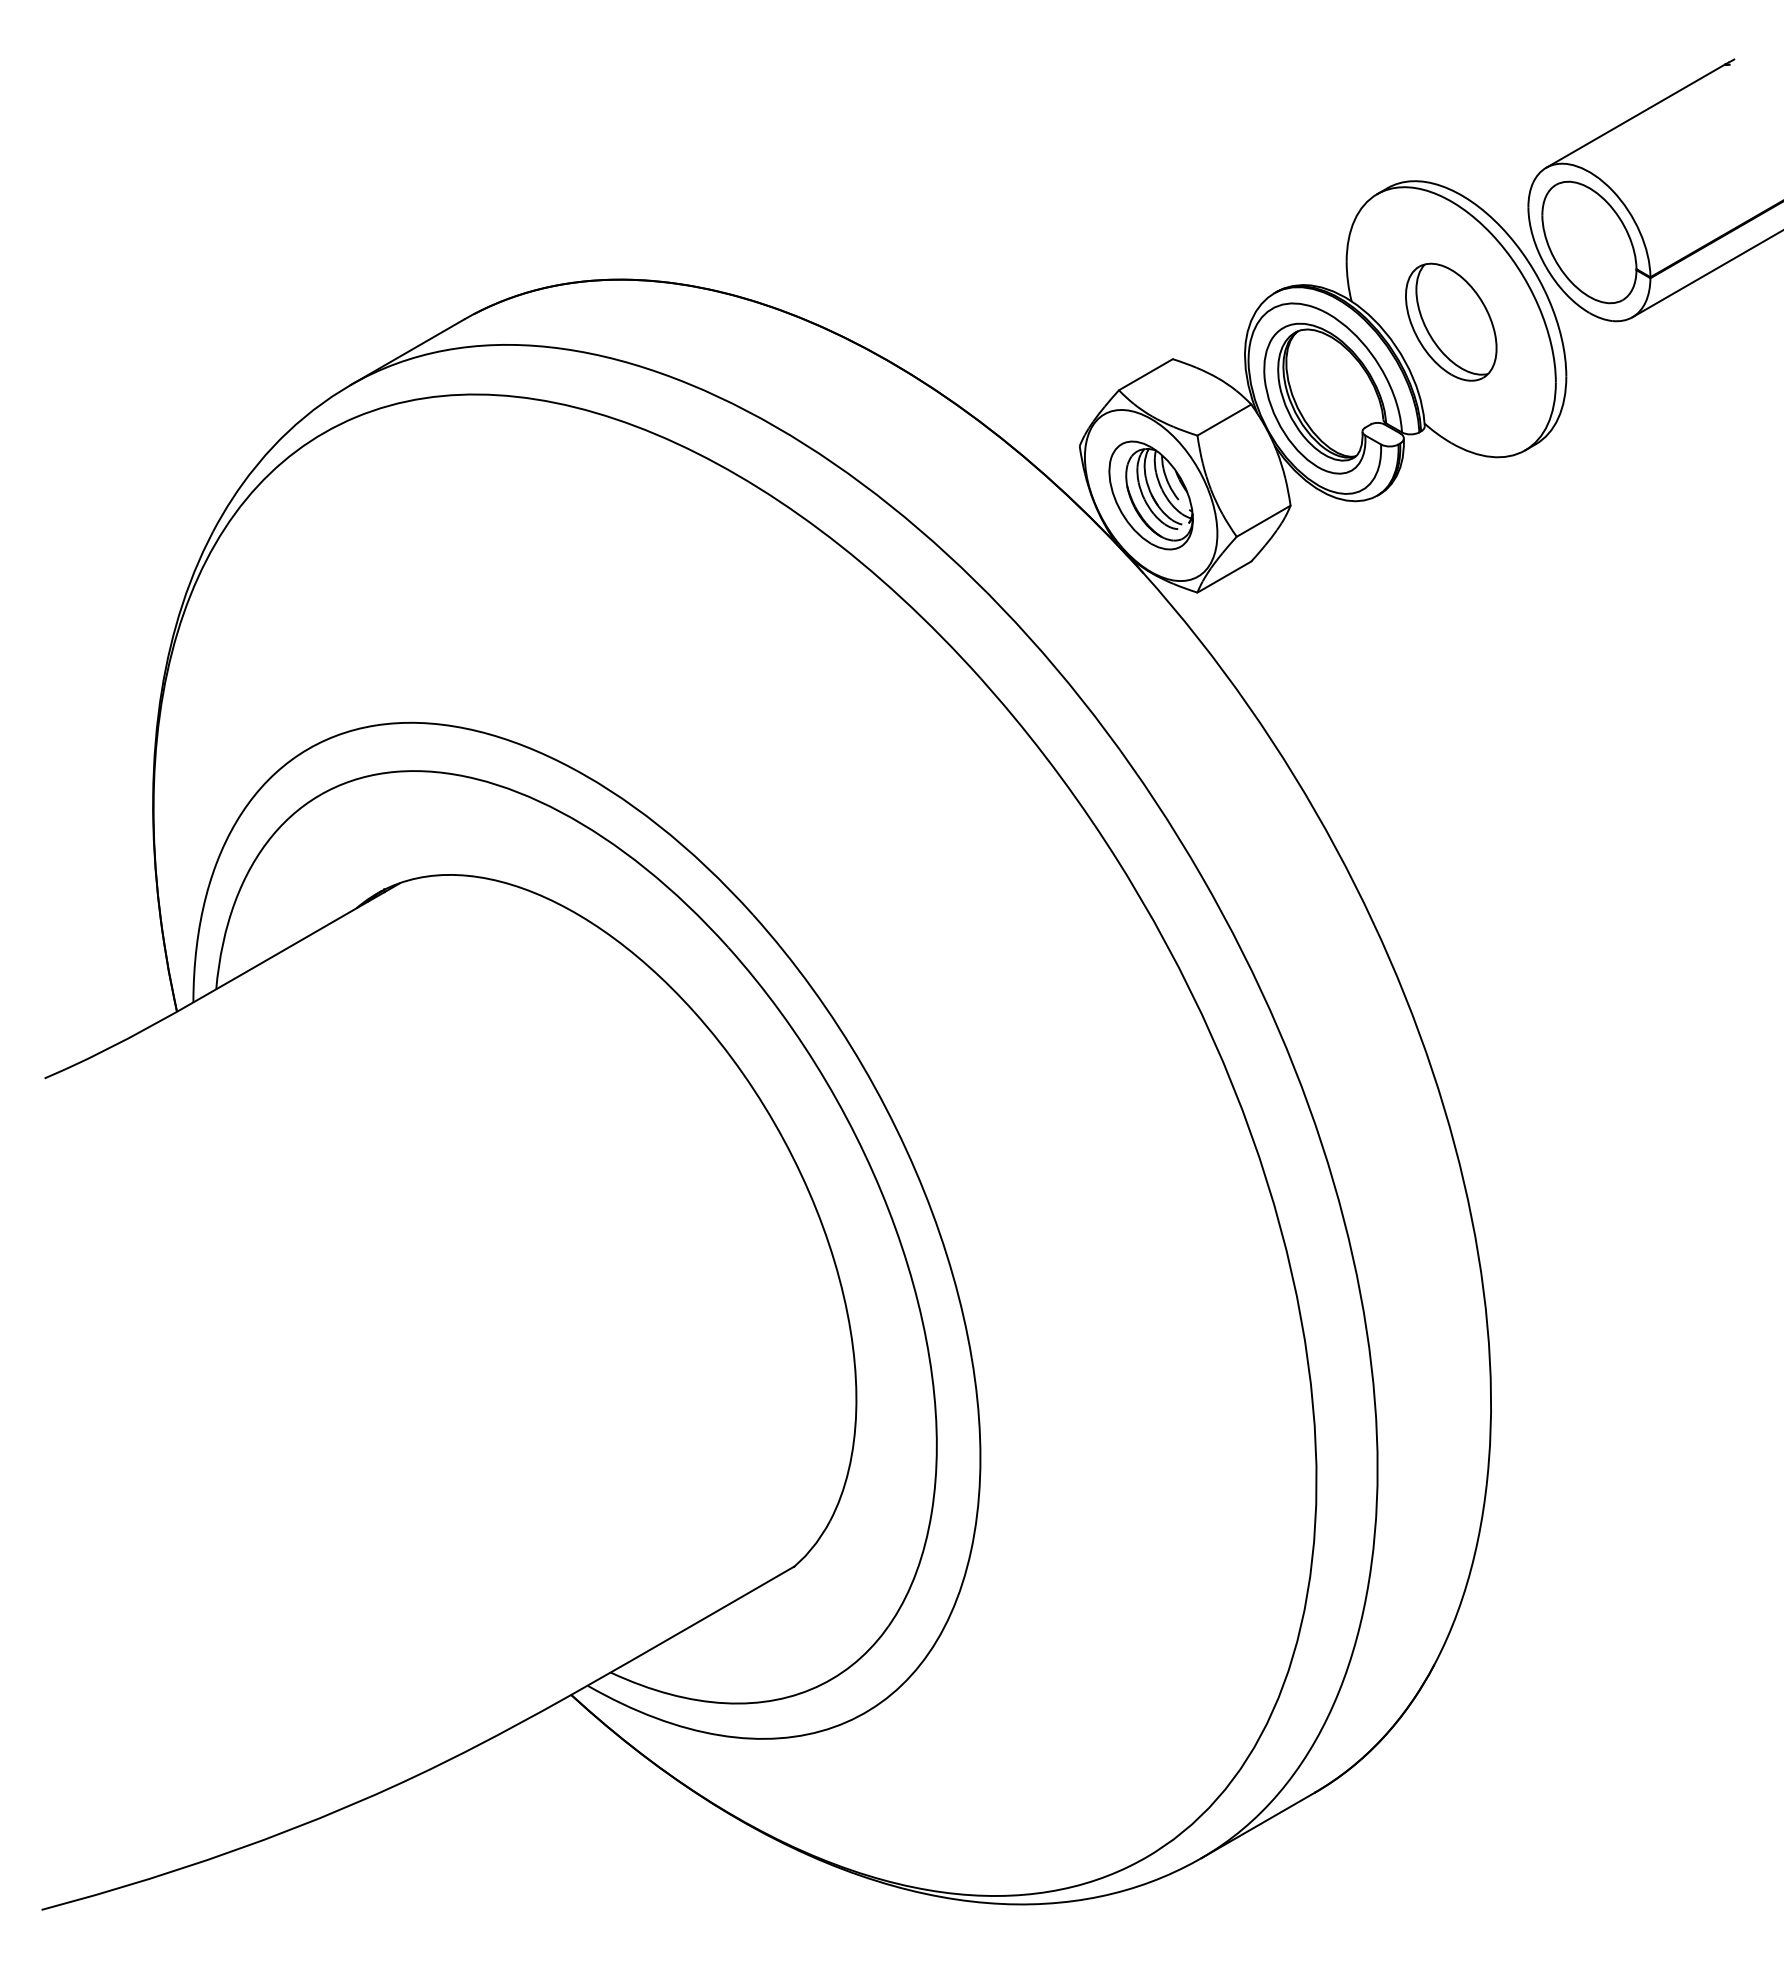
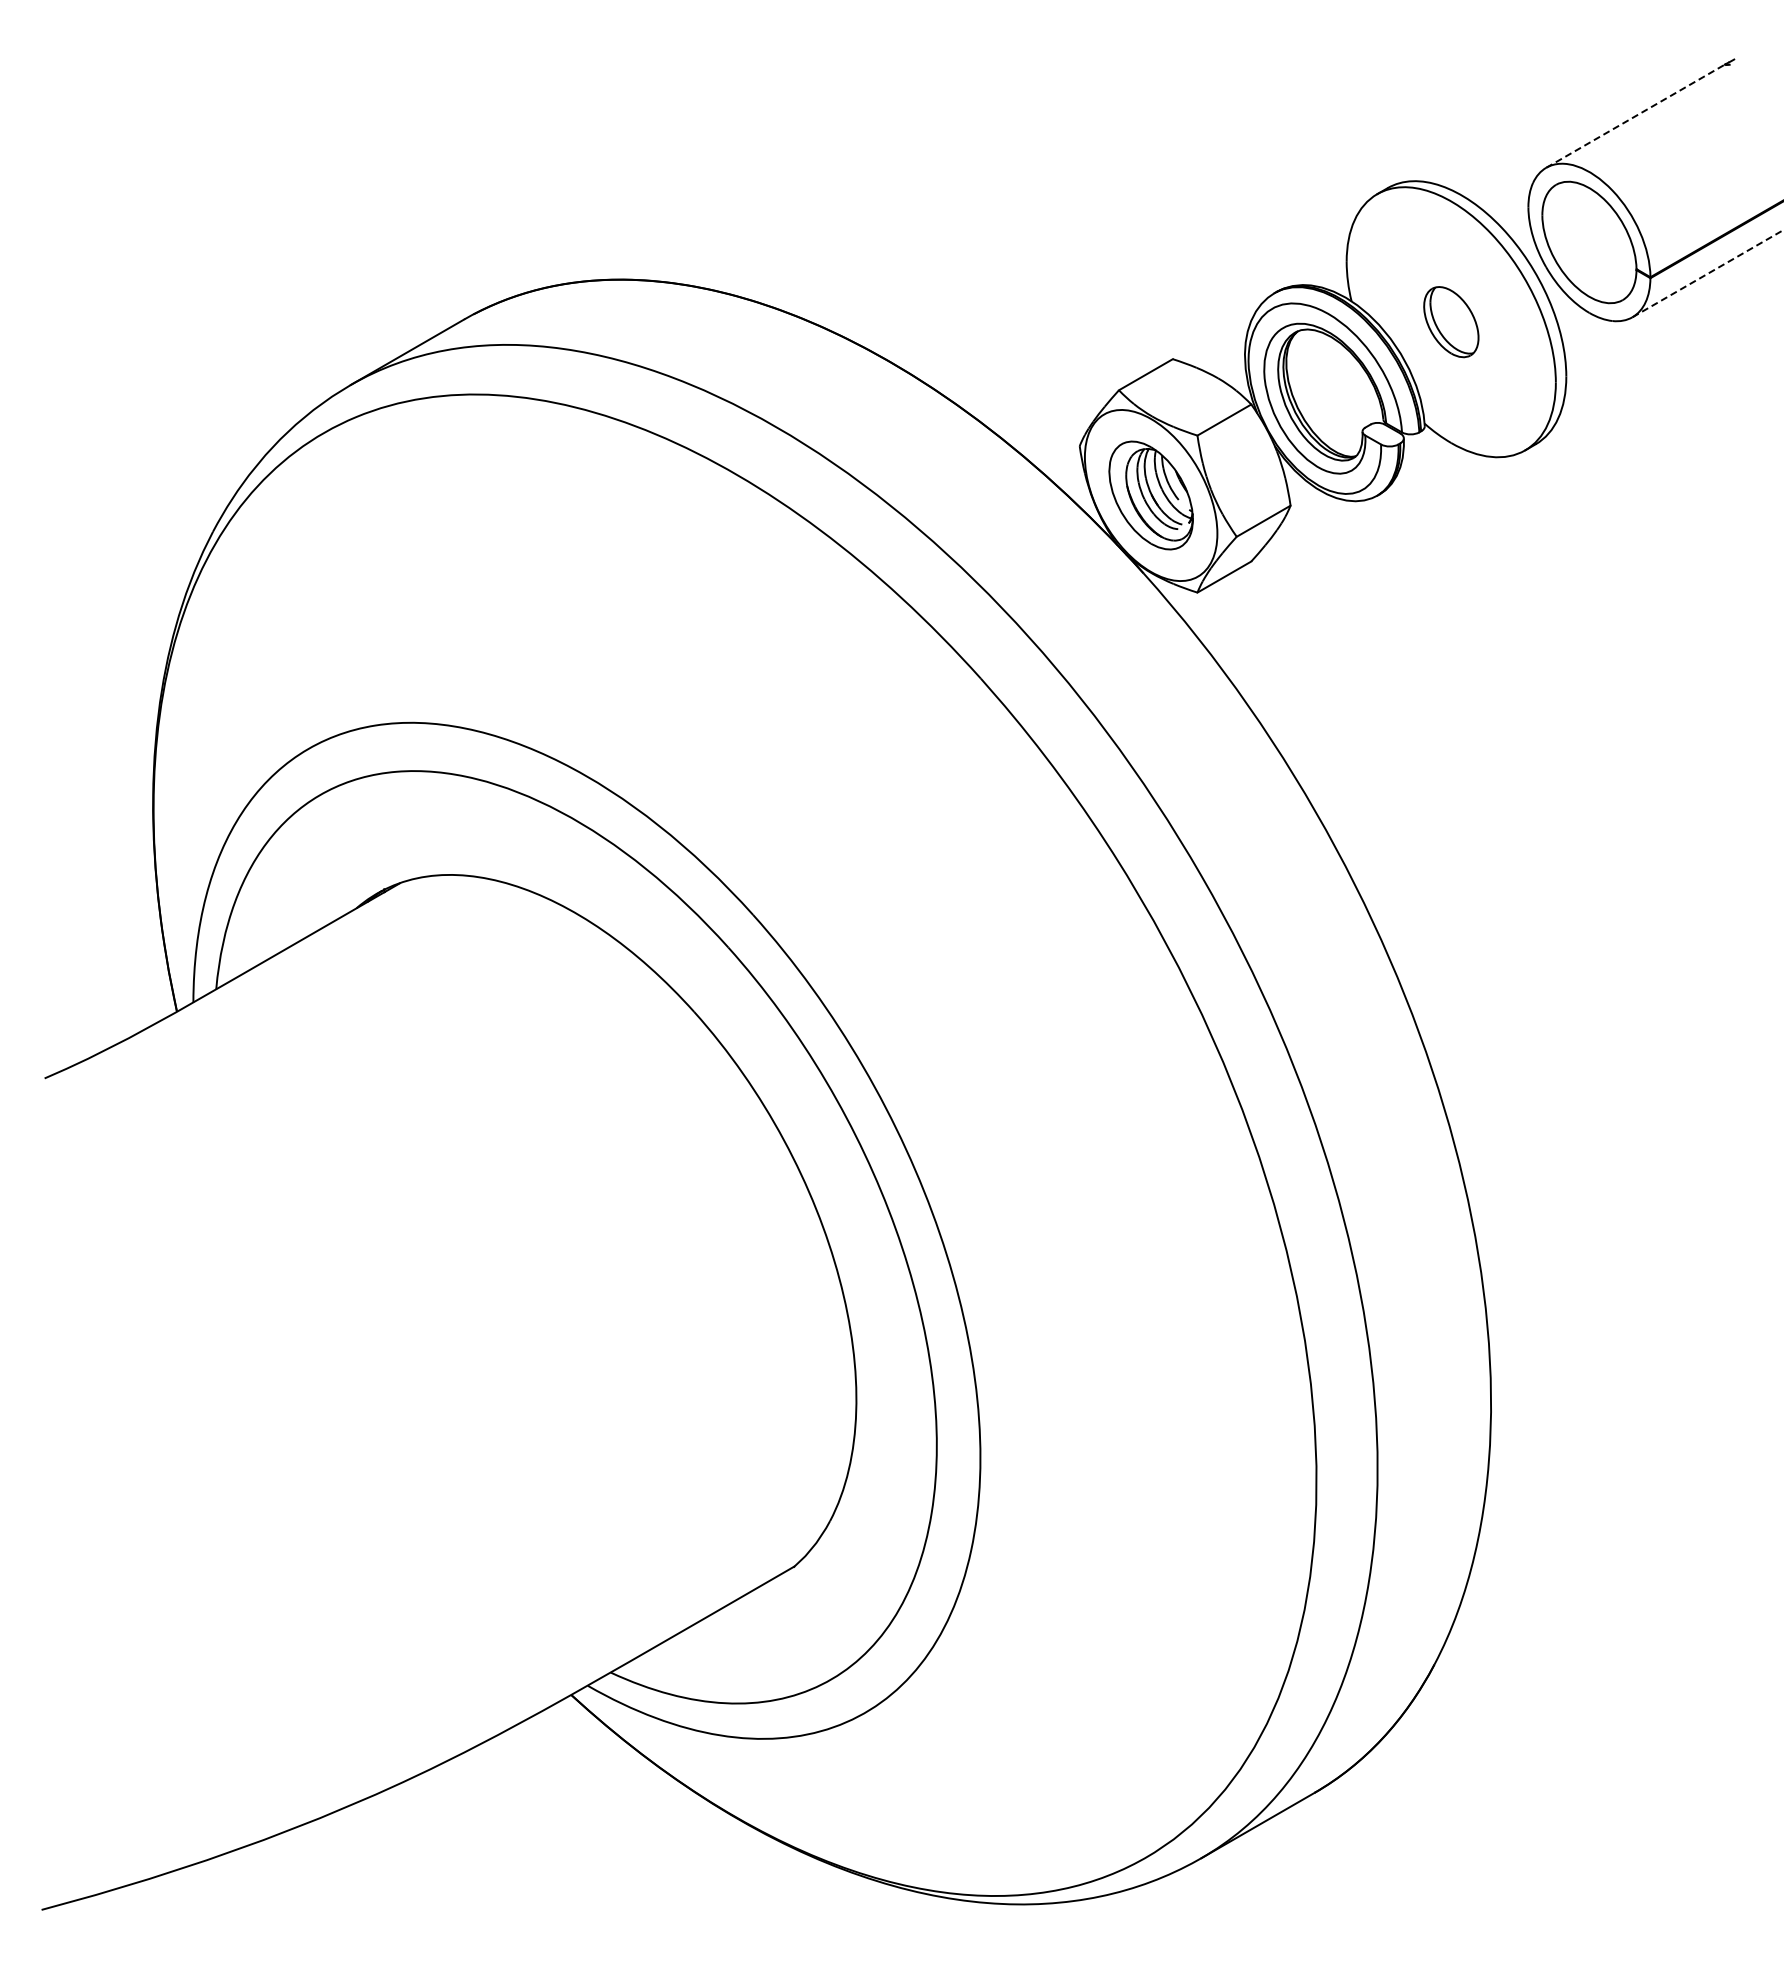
line at (1635, 115): solid -> dashed
line at (1708, 273): solid -> dashed
part at (1451, 321) size: 93x120 px -> 57x73 px
